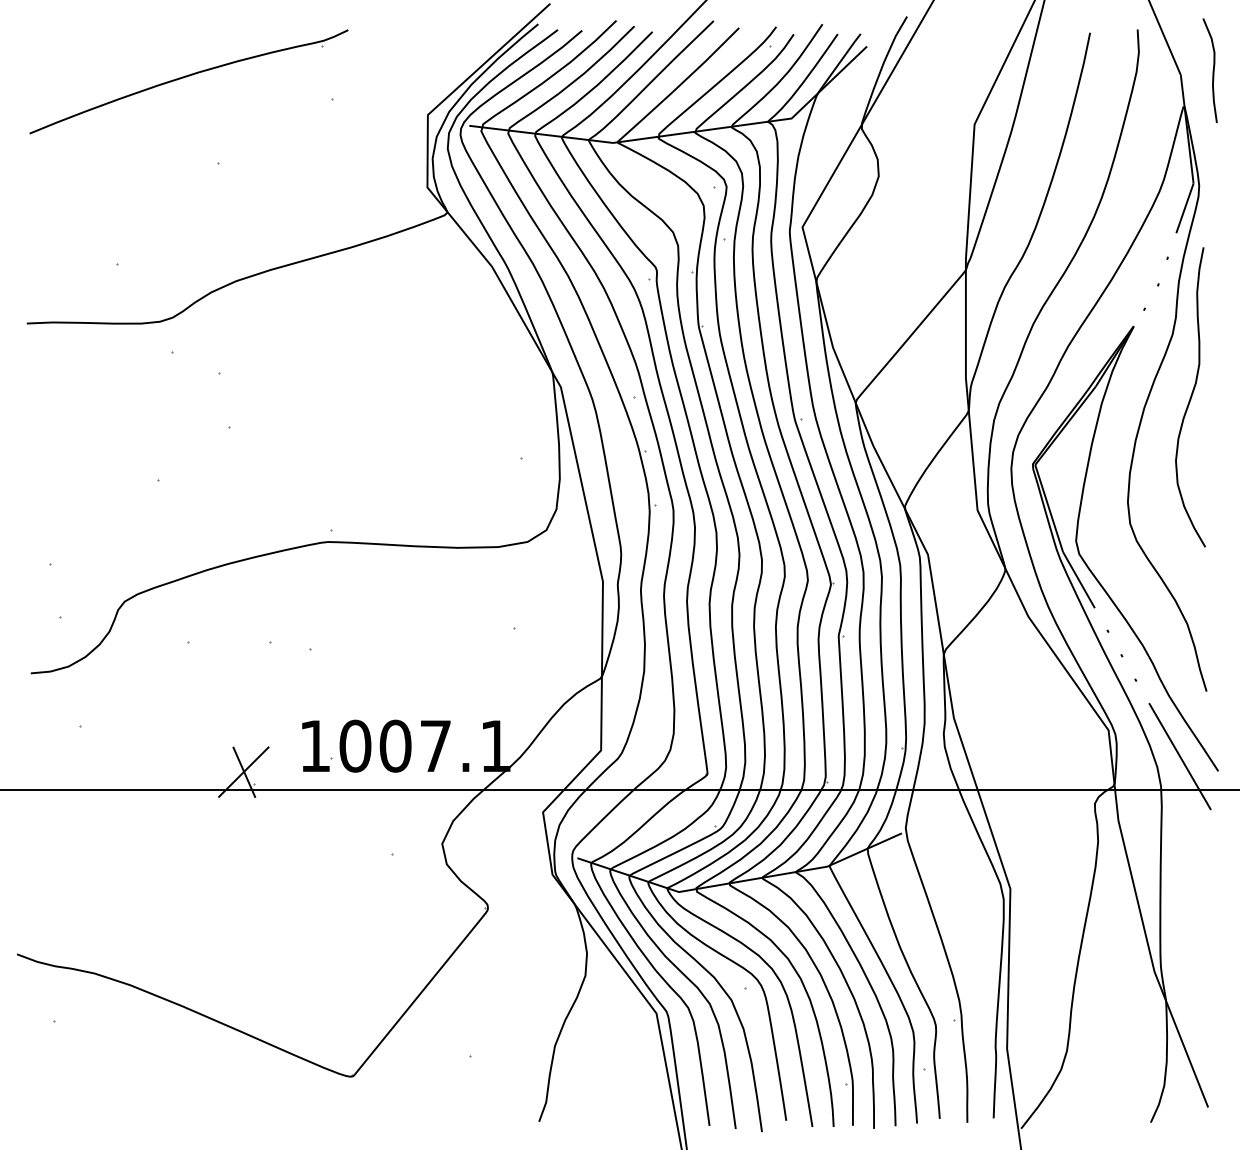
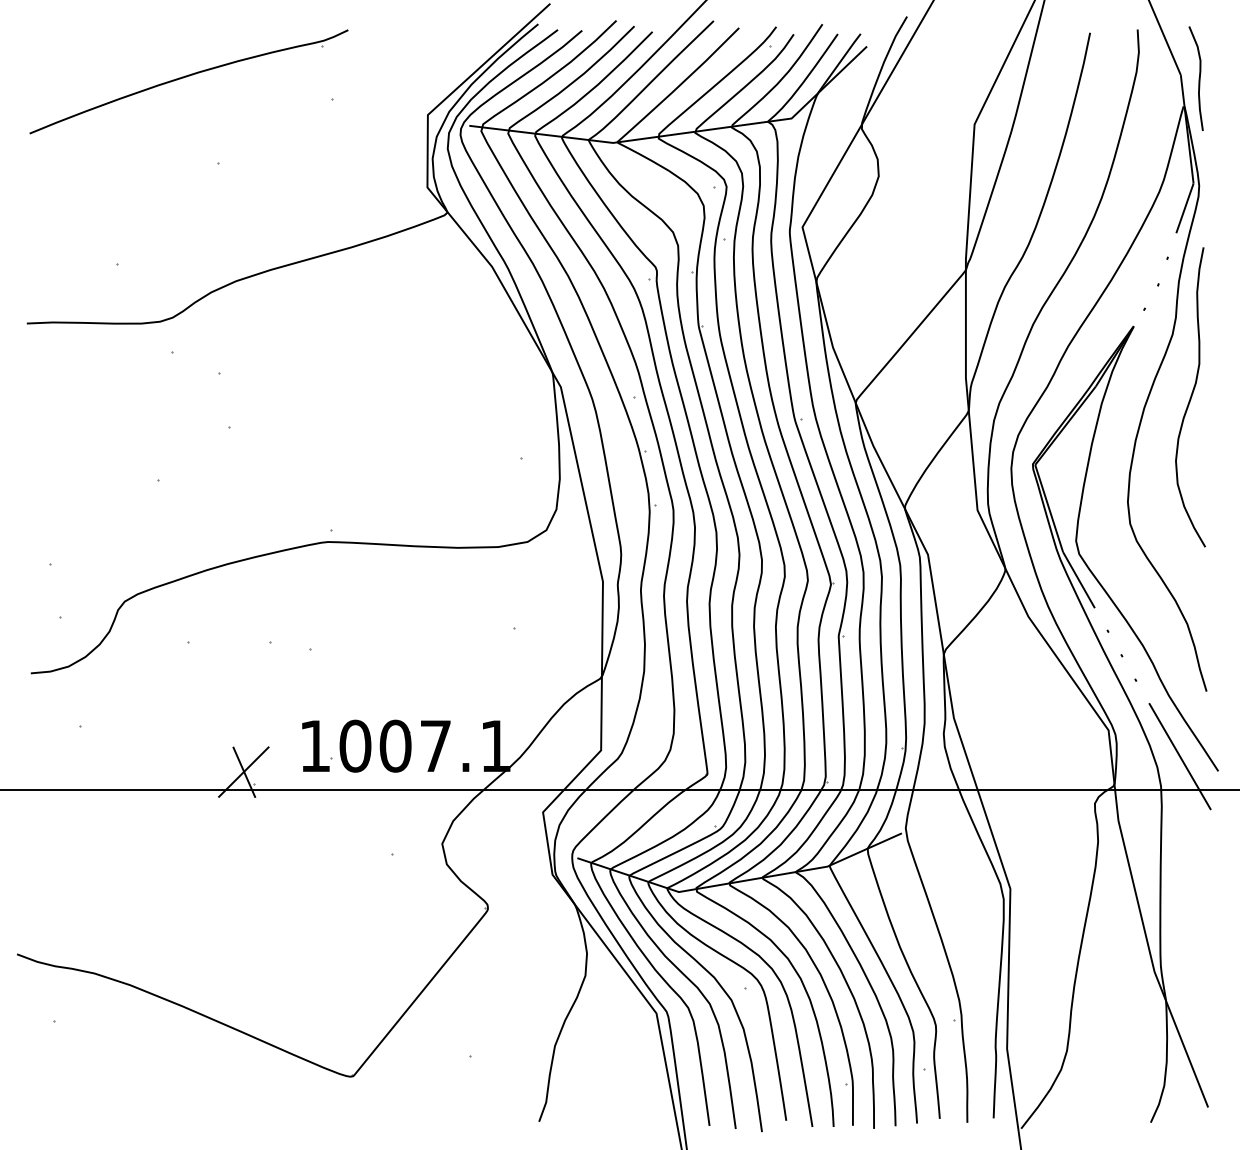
curve at (1212, 70) position: (1212, 70) -> (1198, 78)
